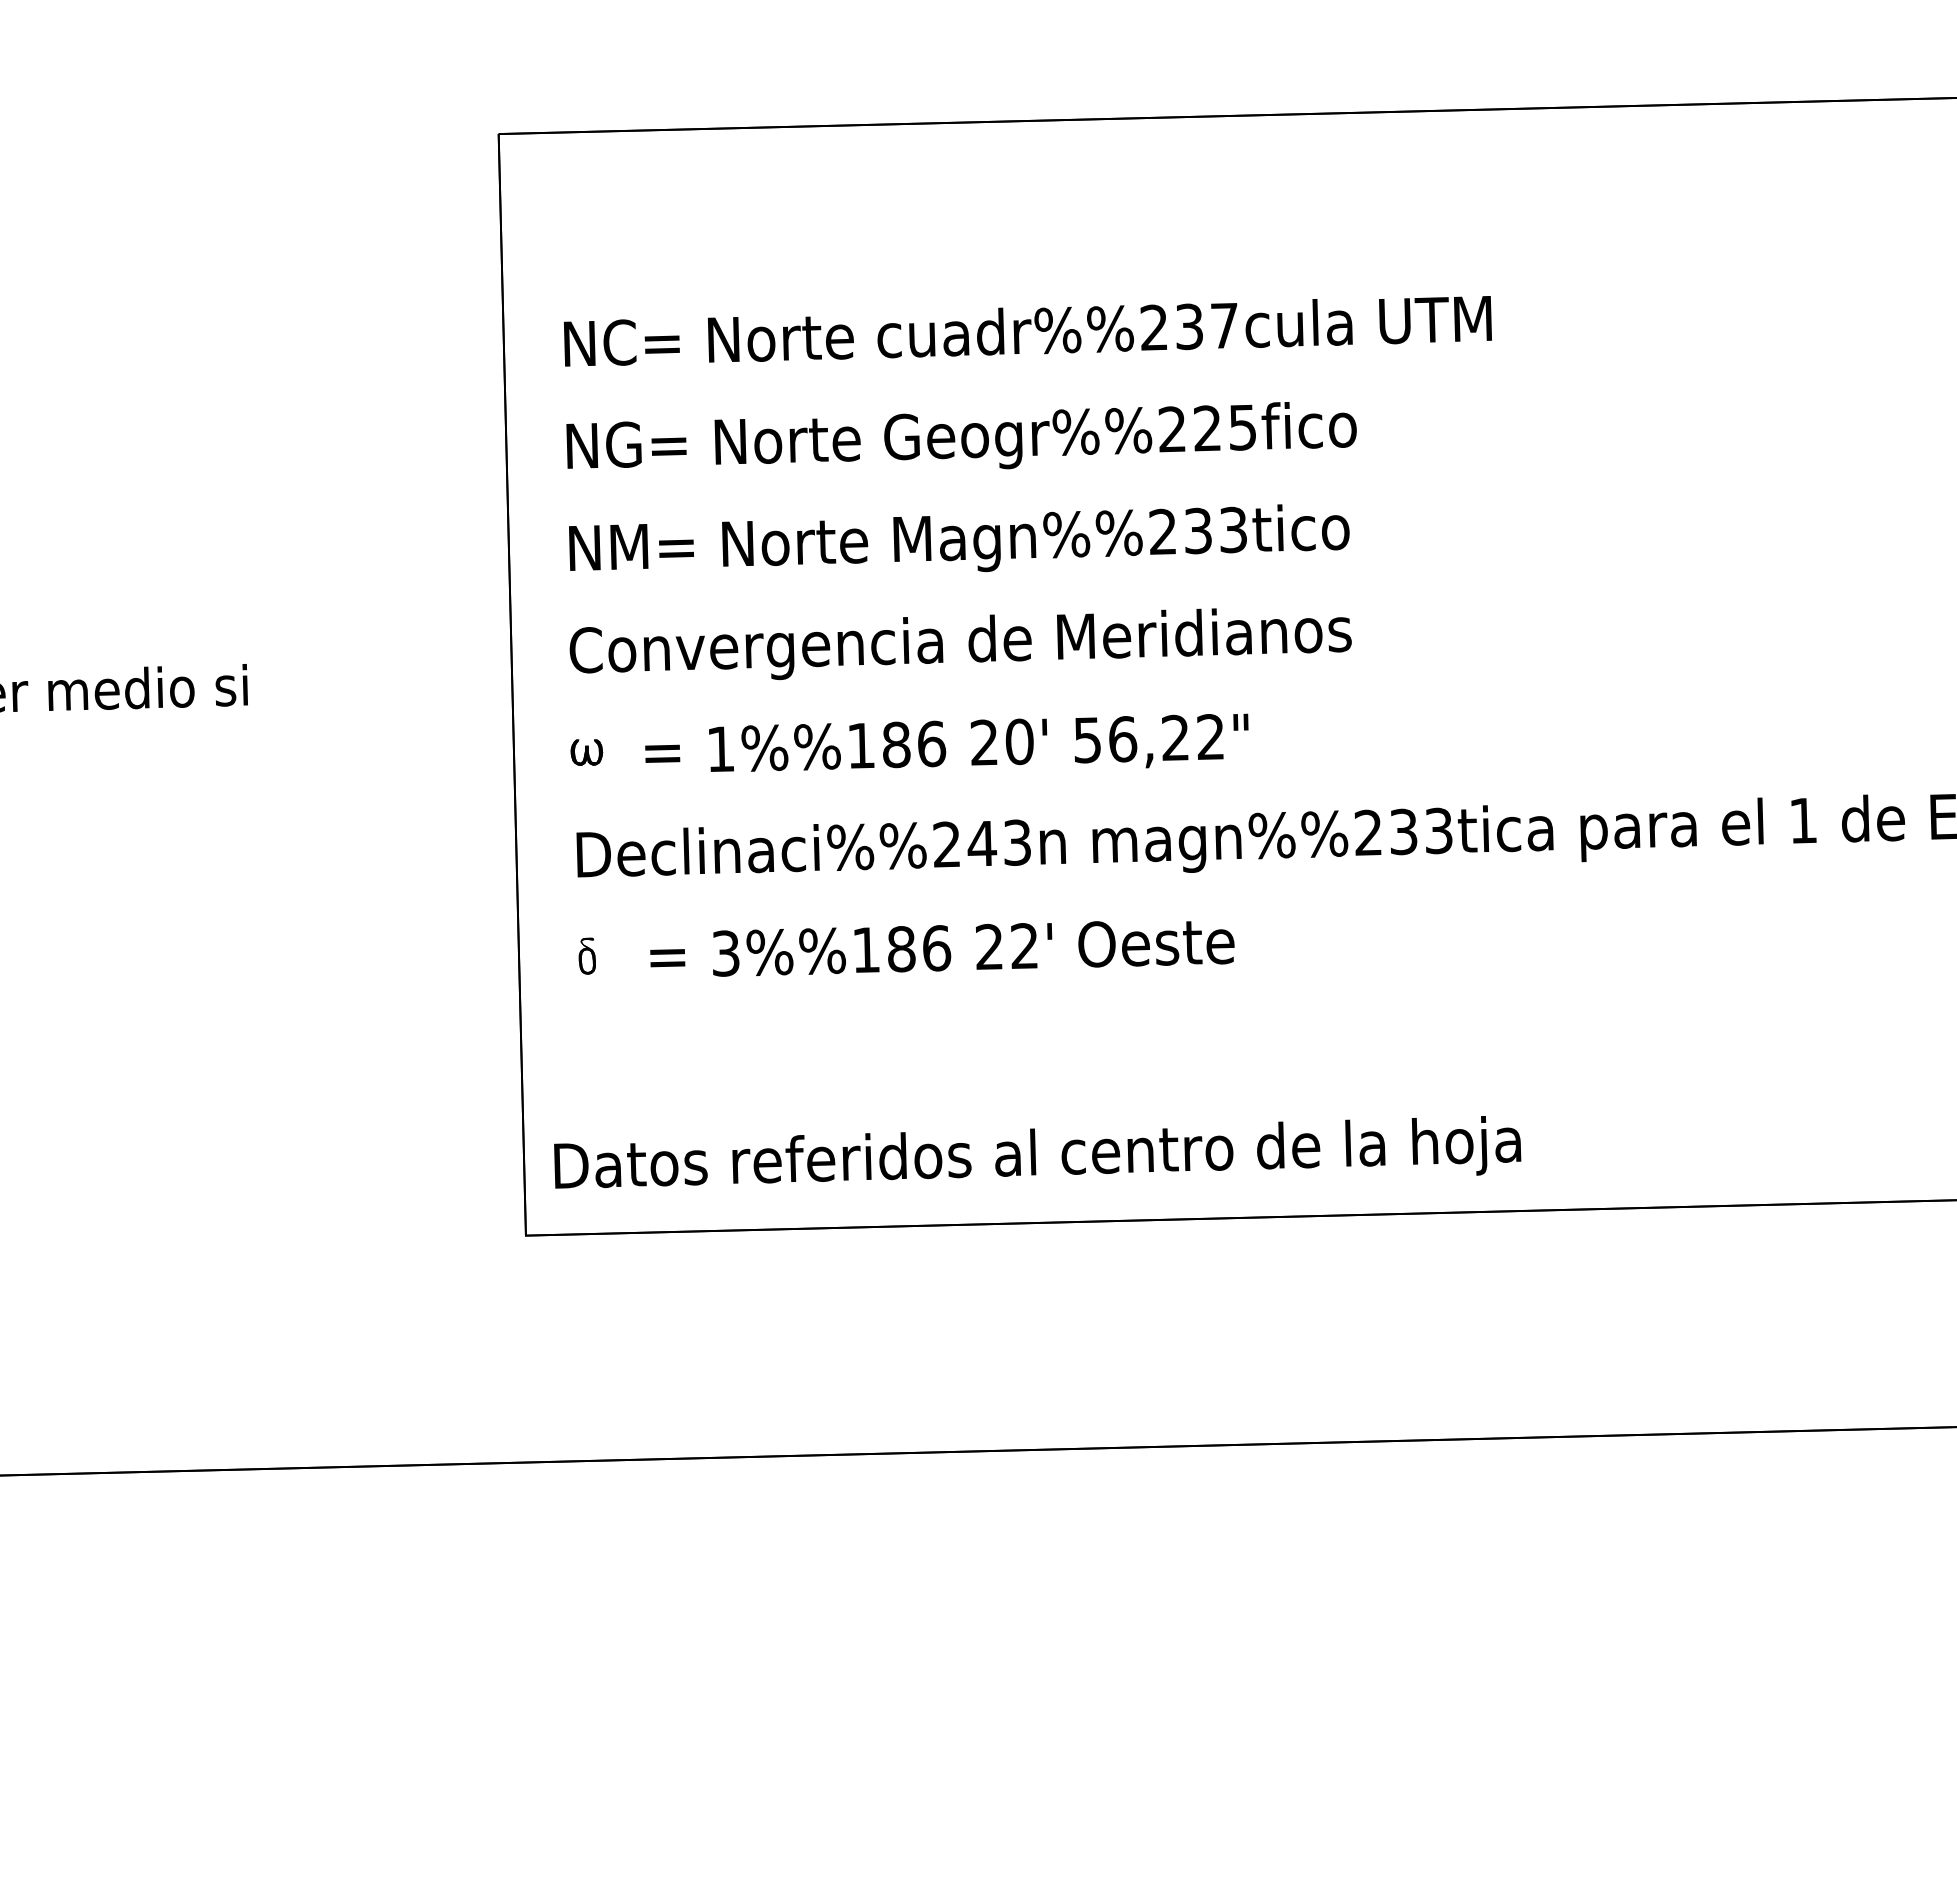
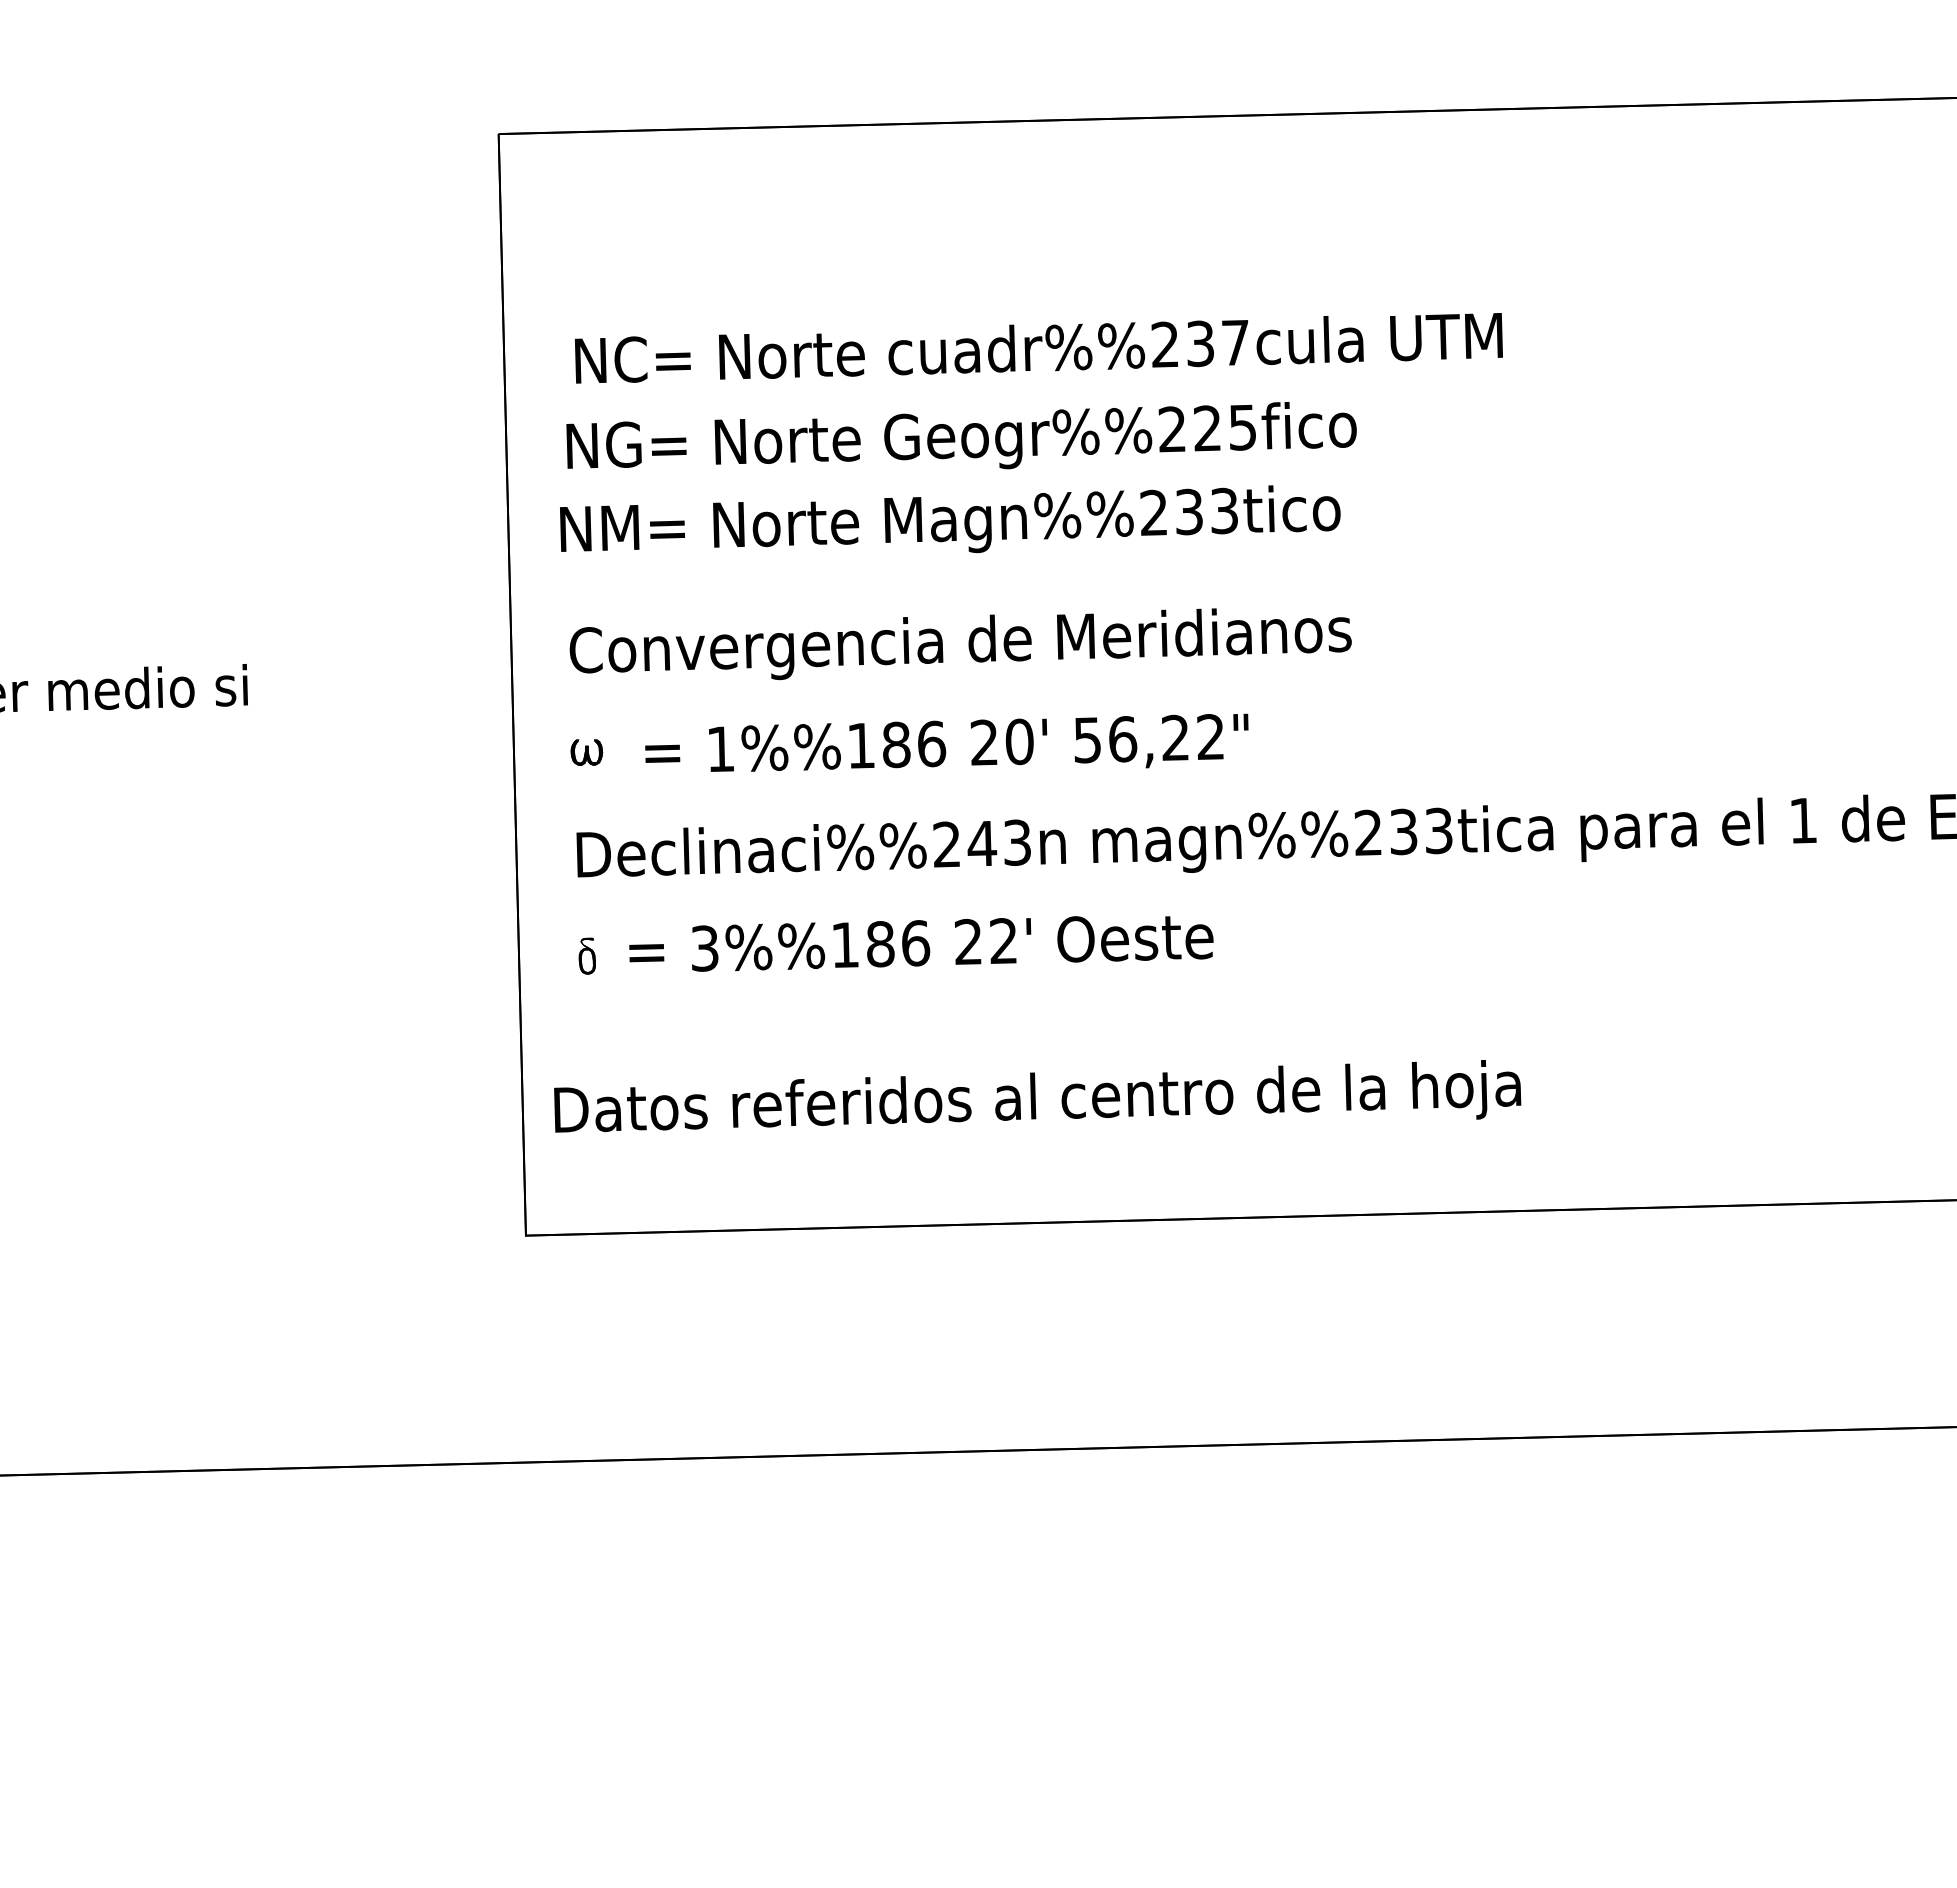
text at (1027, 331) position: (1027, 331) -> (1038, 348)
text at (959, 538) position: (959, 538) -> (950, 519)
text at (942, 948) position: (942, 948) -> (921, 943)
text at (1037, 1152) position: (1037, 1152) -> (1037, 1096)
